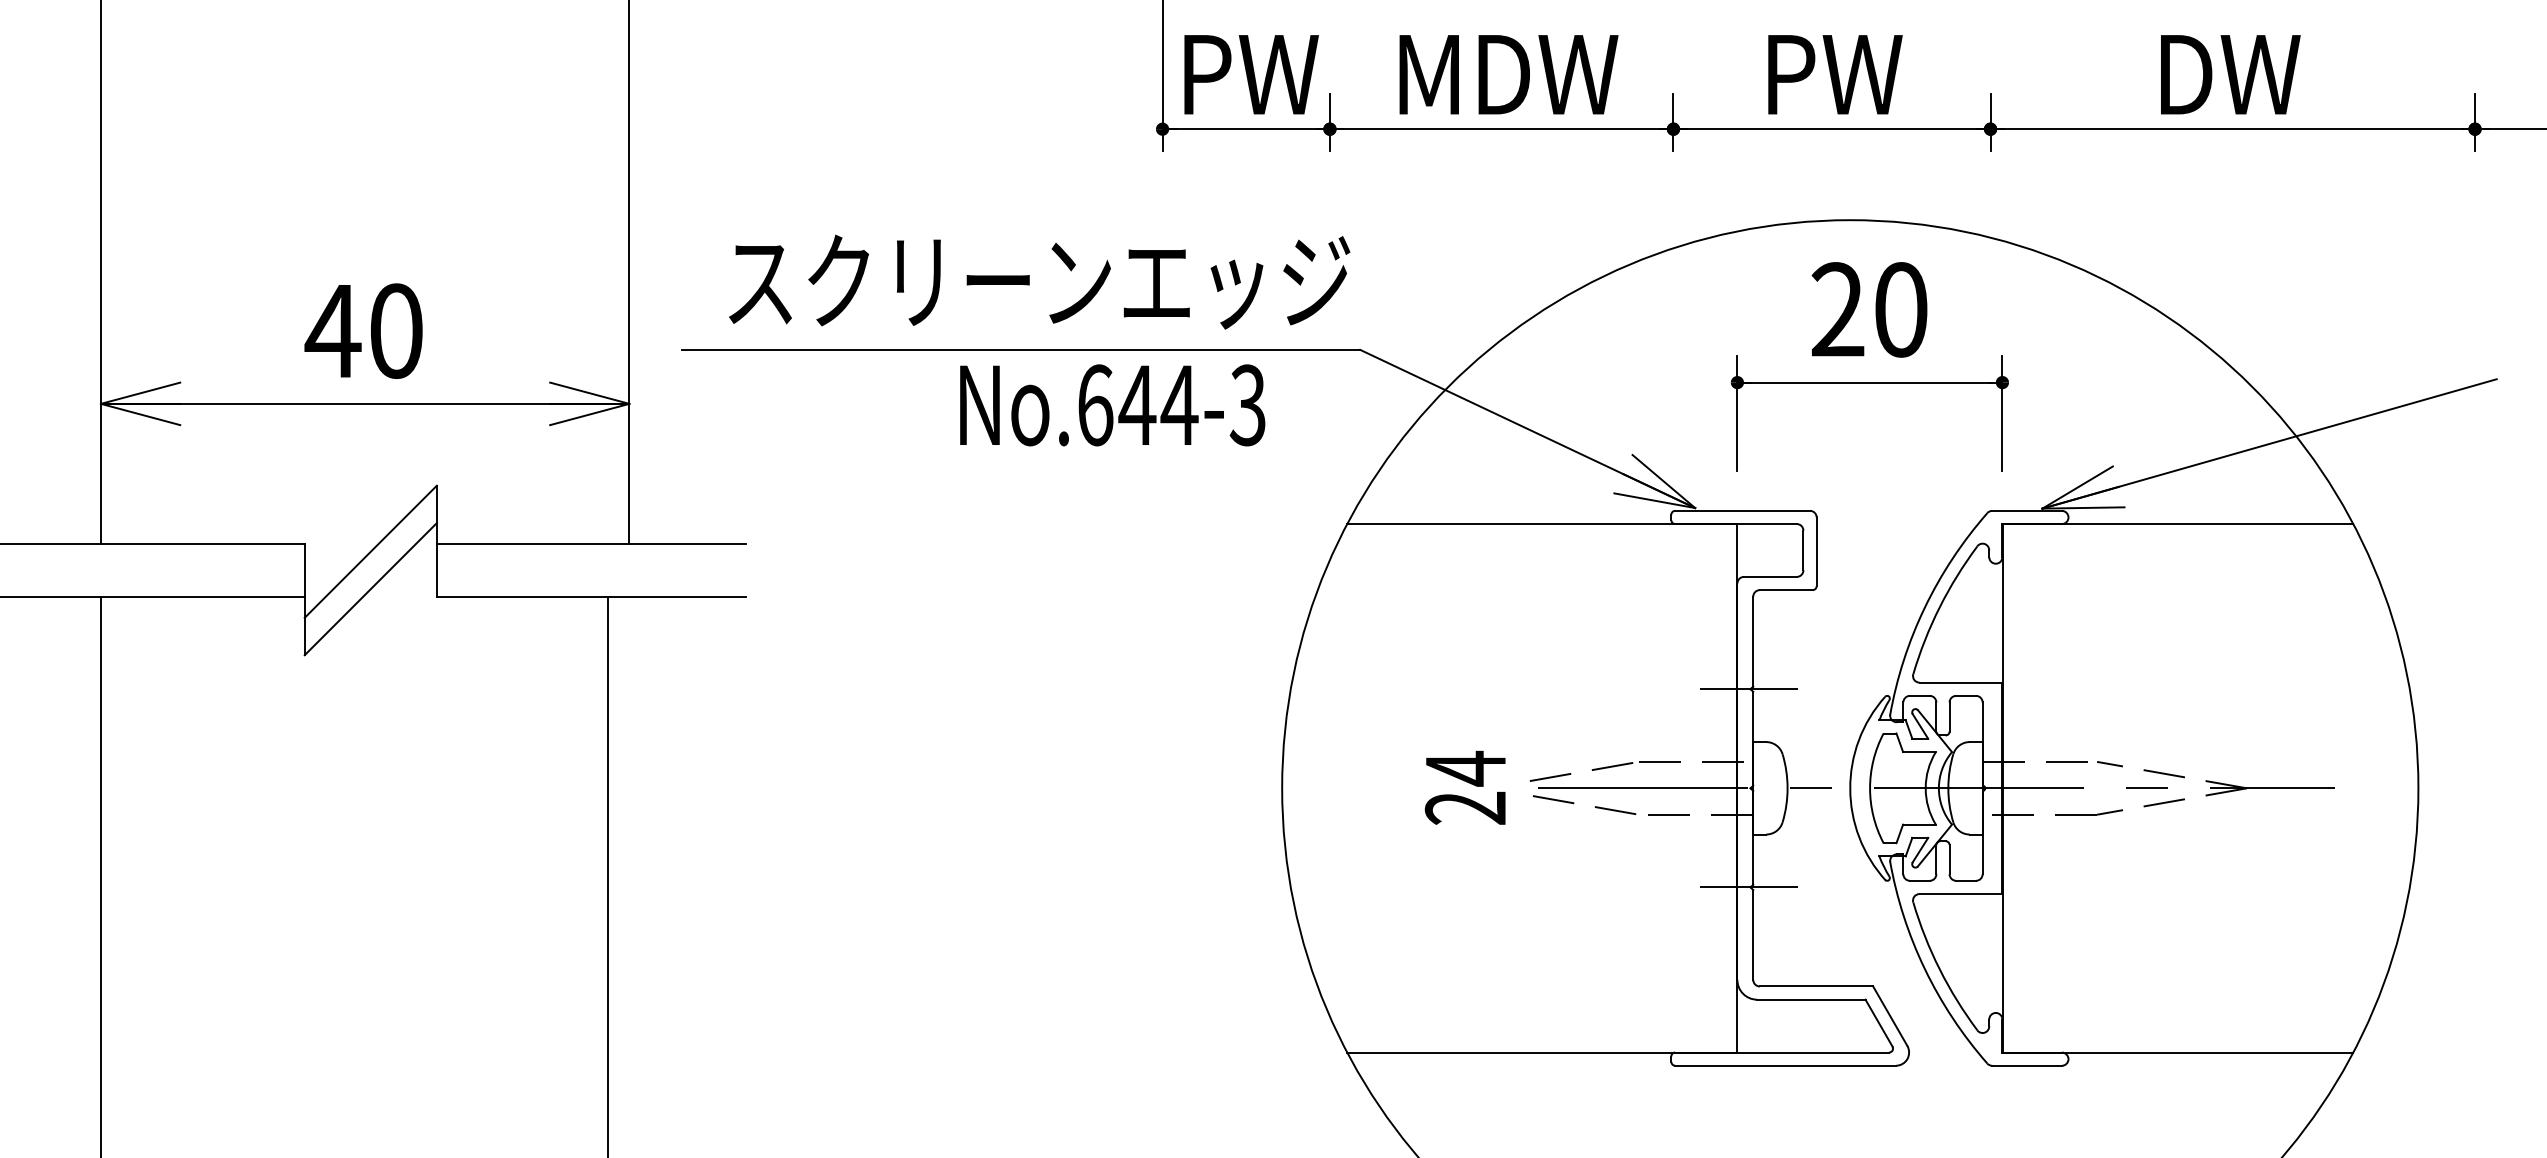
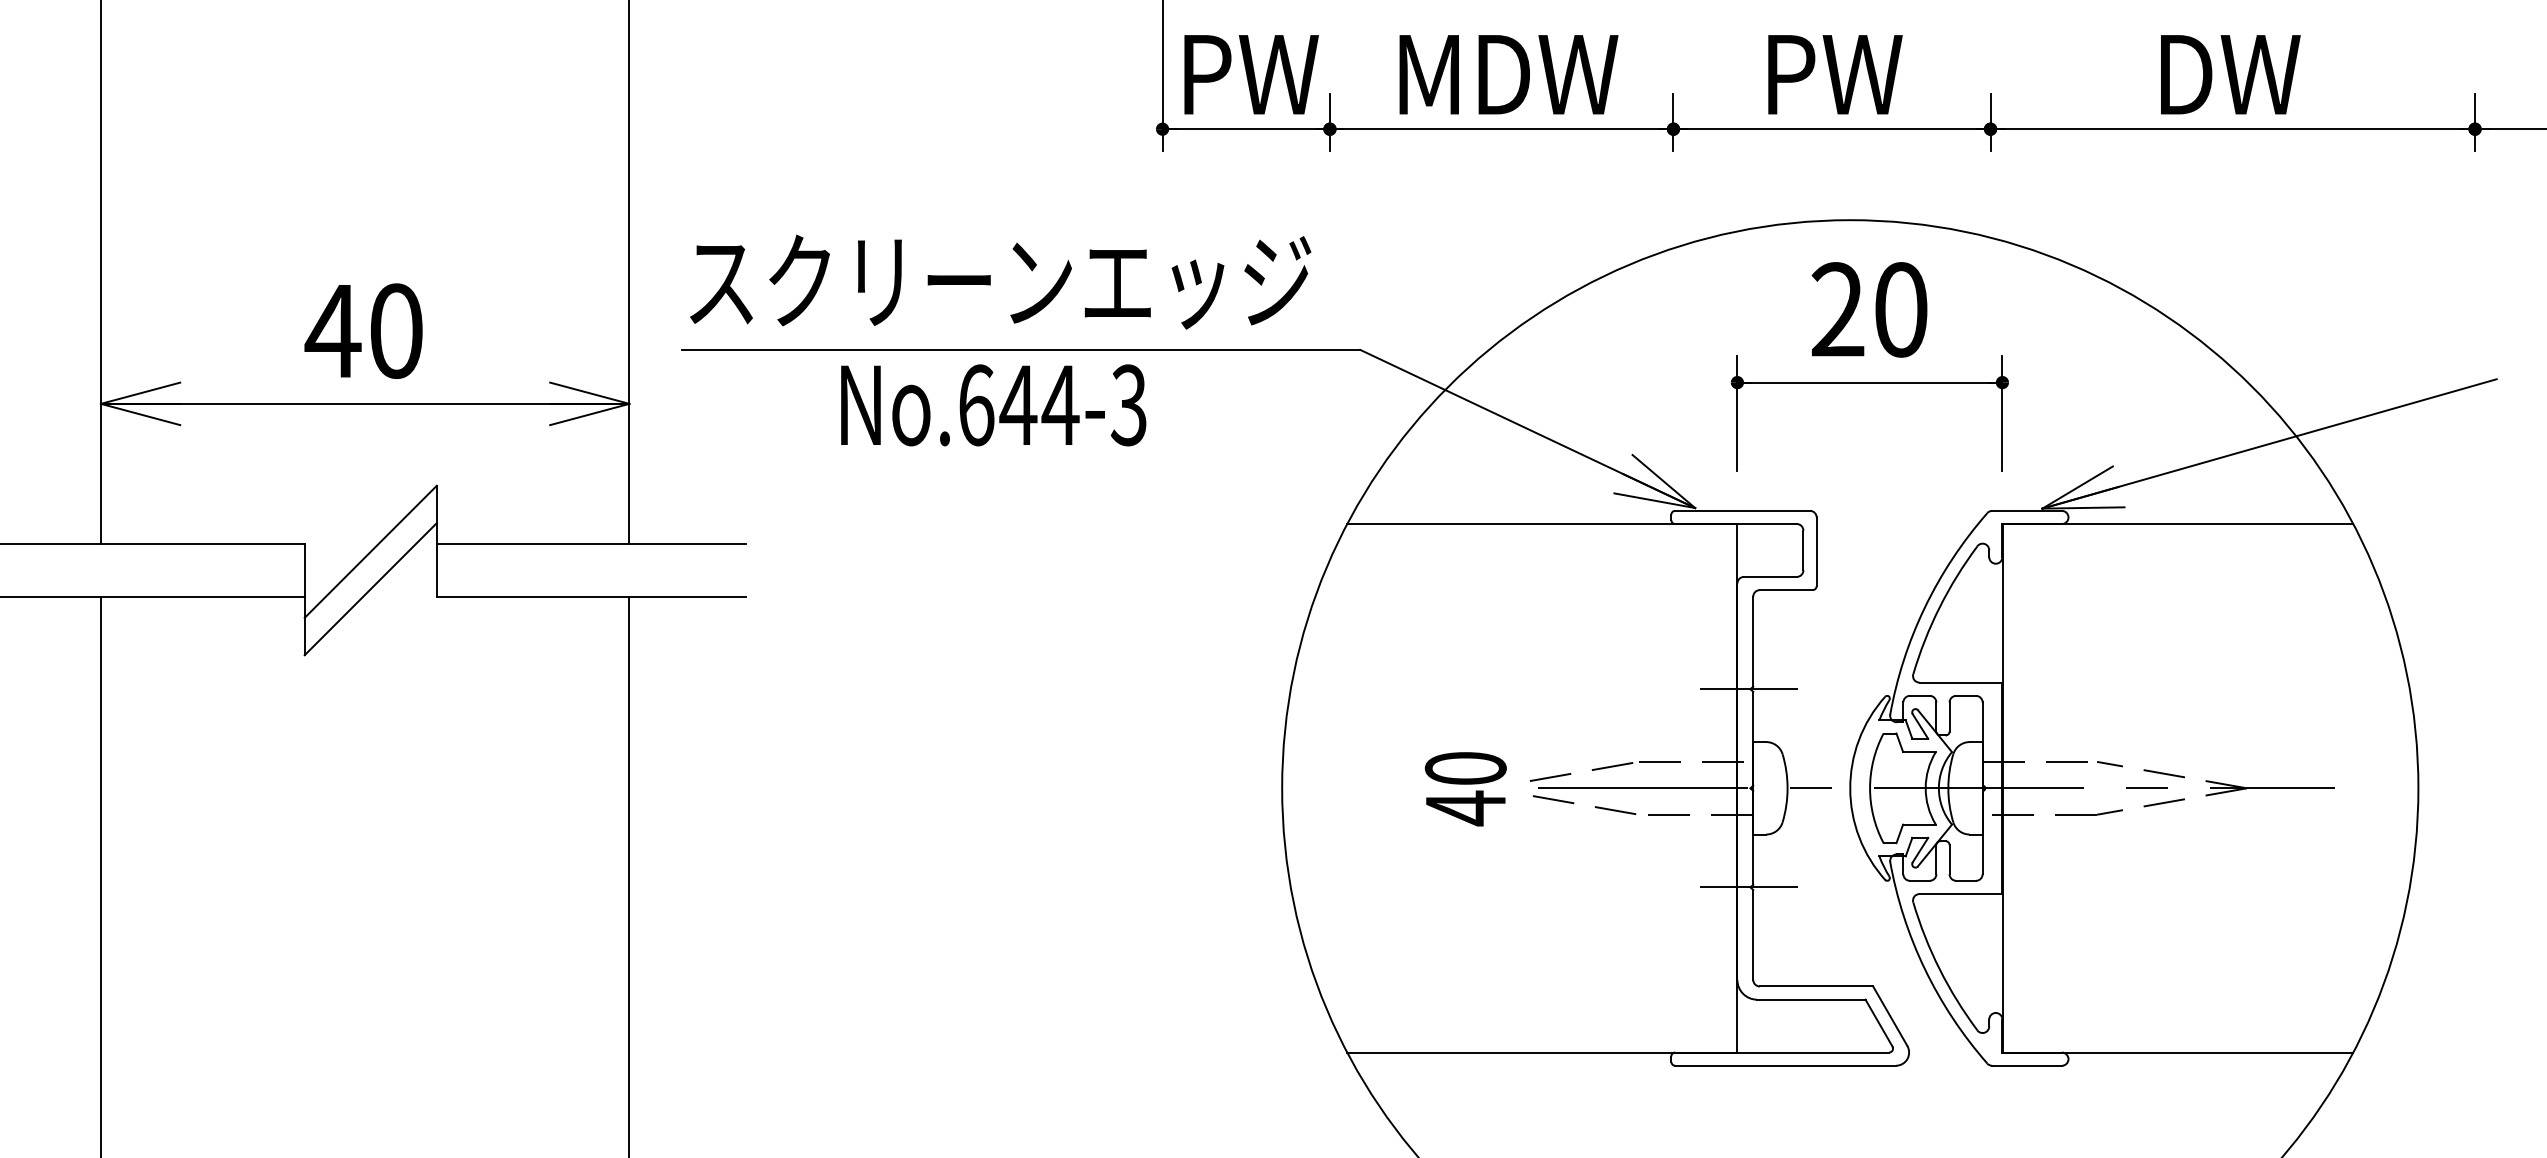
text at (1039, 281) position: (1039, 281) -> (1000, 281)
text at (1112, 405) position: (1112, 405) -> (993, 405)
text at (1465, 788): 24 -> 40
line at (608, 875) position: (608, 875) -> (629, 875)
